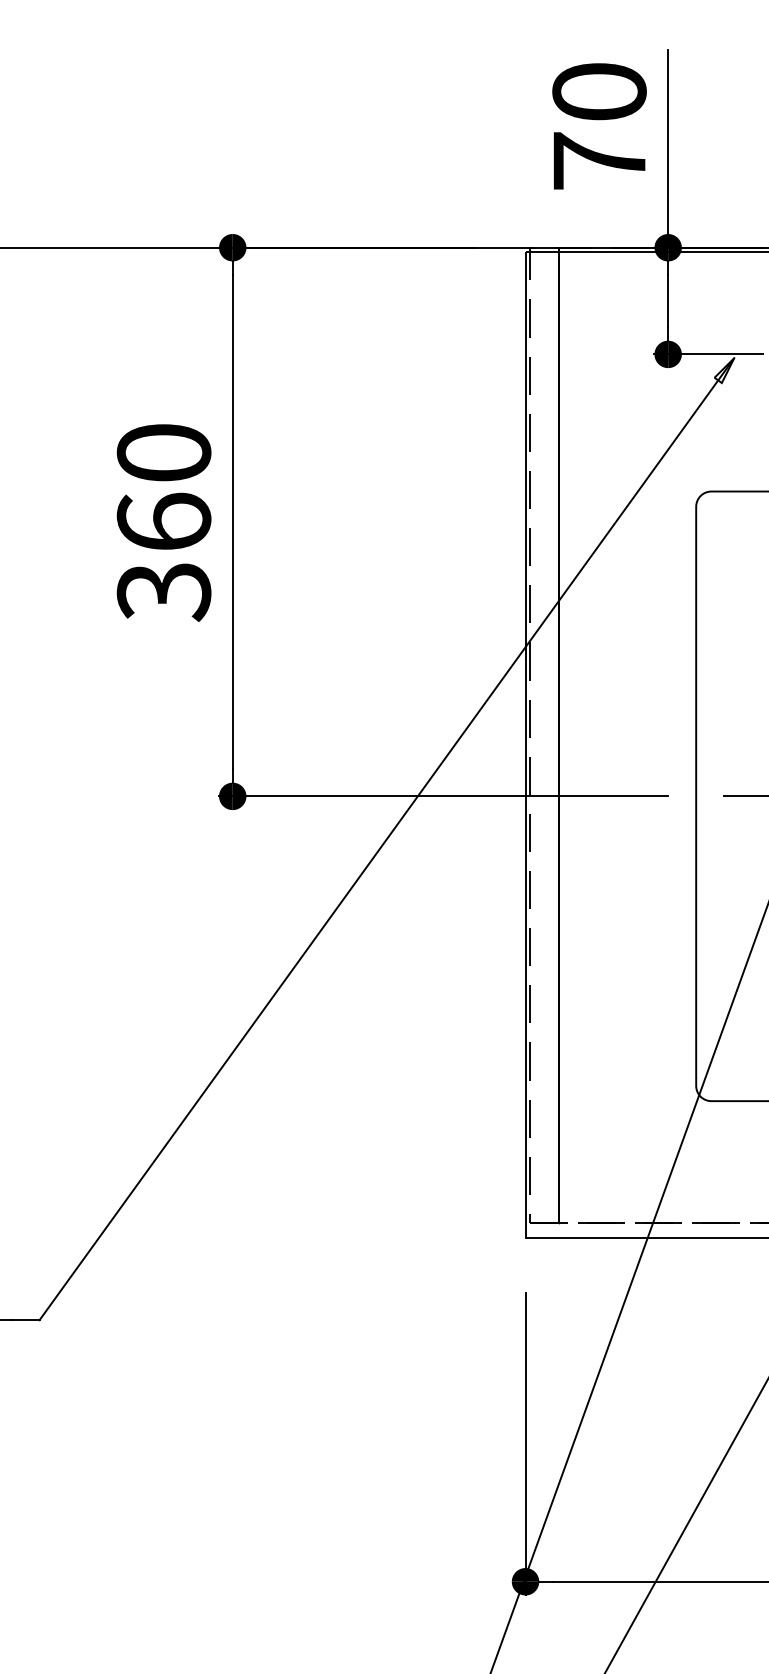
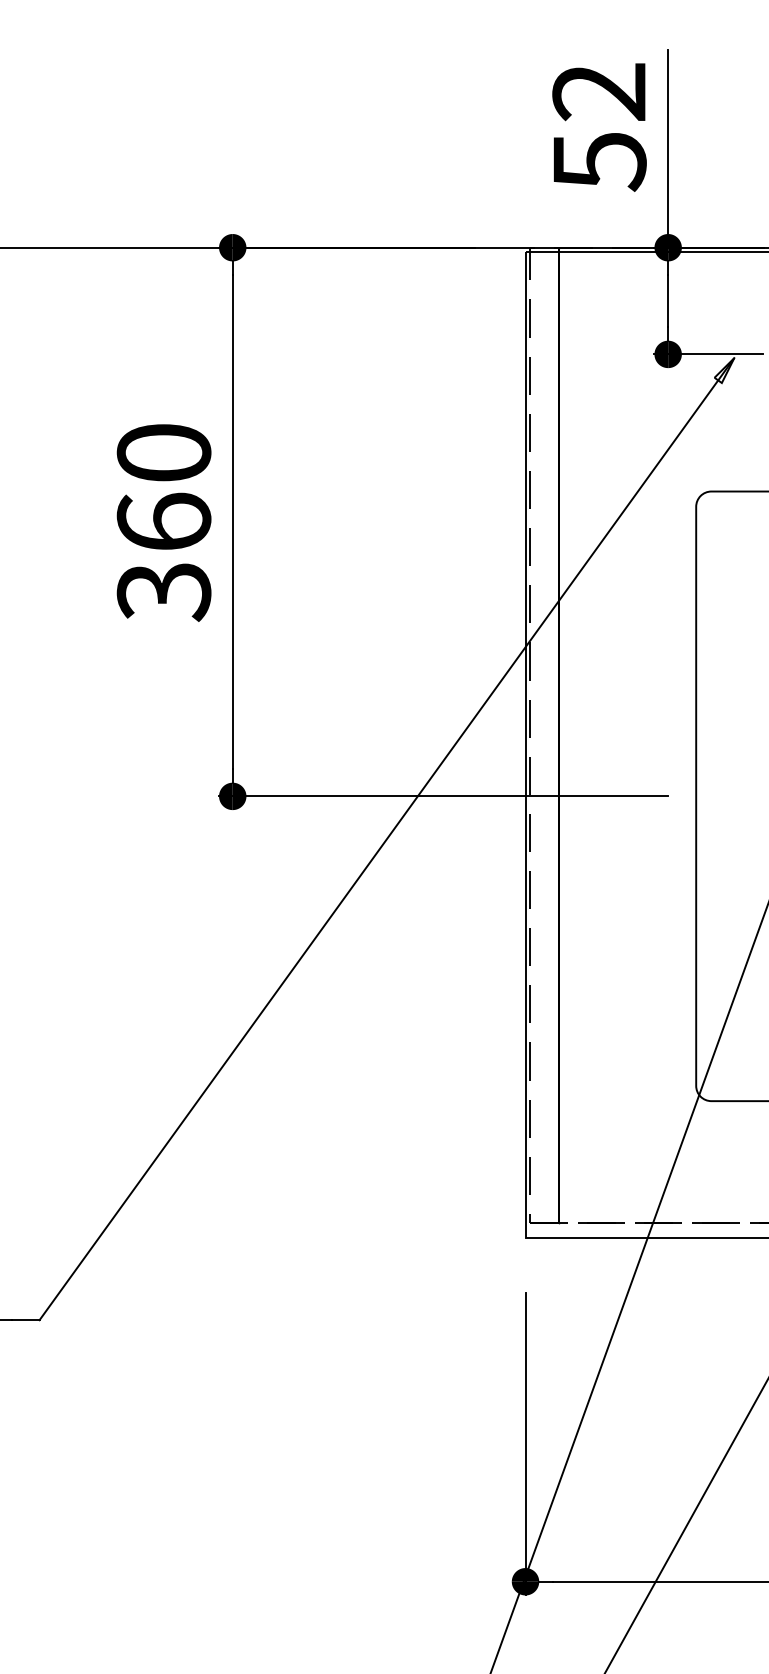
text at (599, 127): 70 -> 52
line at (744, 796): present -> none
